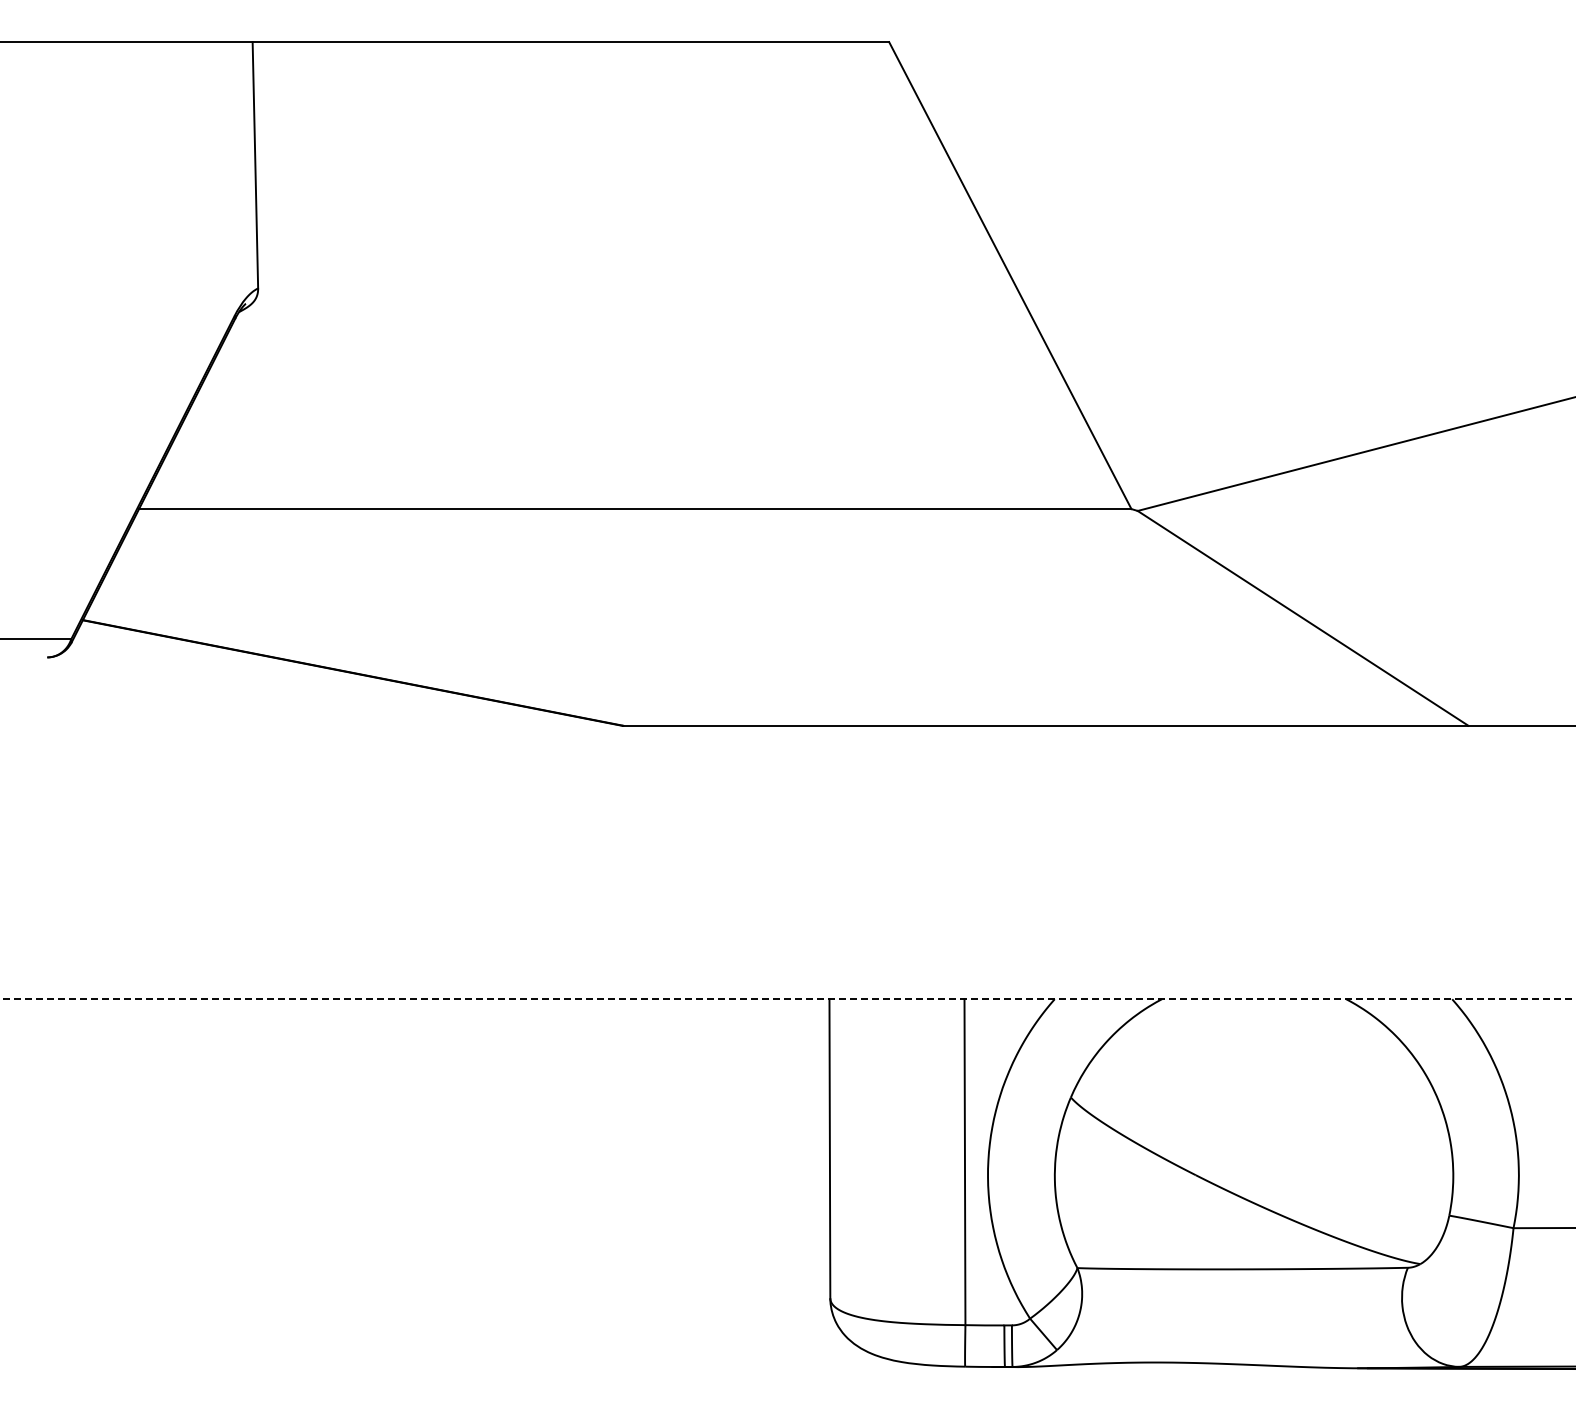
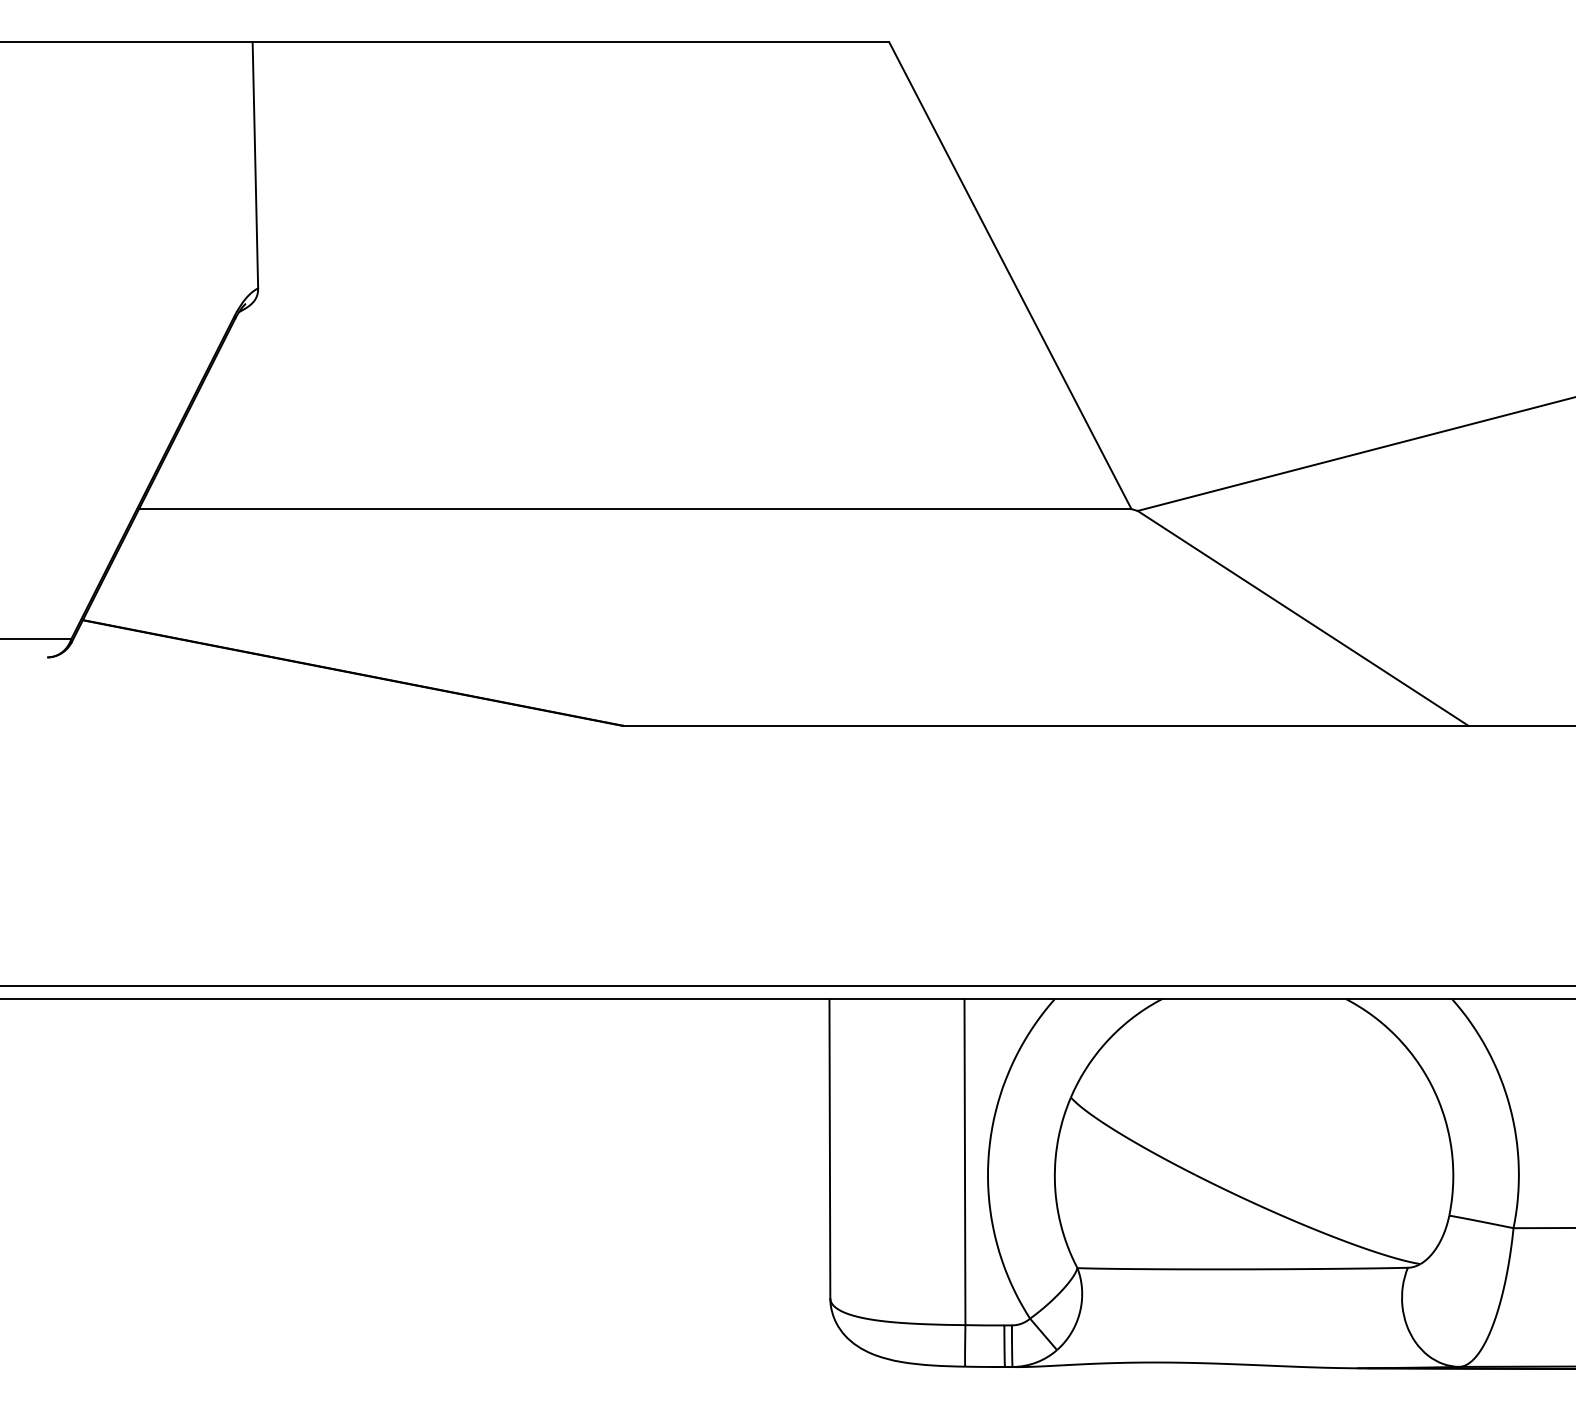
line at (787, 985): none -> present
line at (787, 999): dashed -> solid
